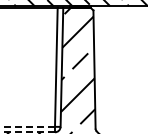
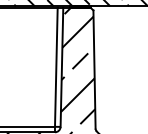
line at (27, 126): dashed -> solid
line at (27, 132): dashed -> solid
